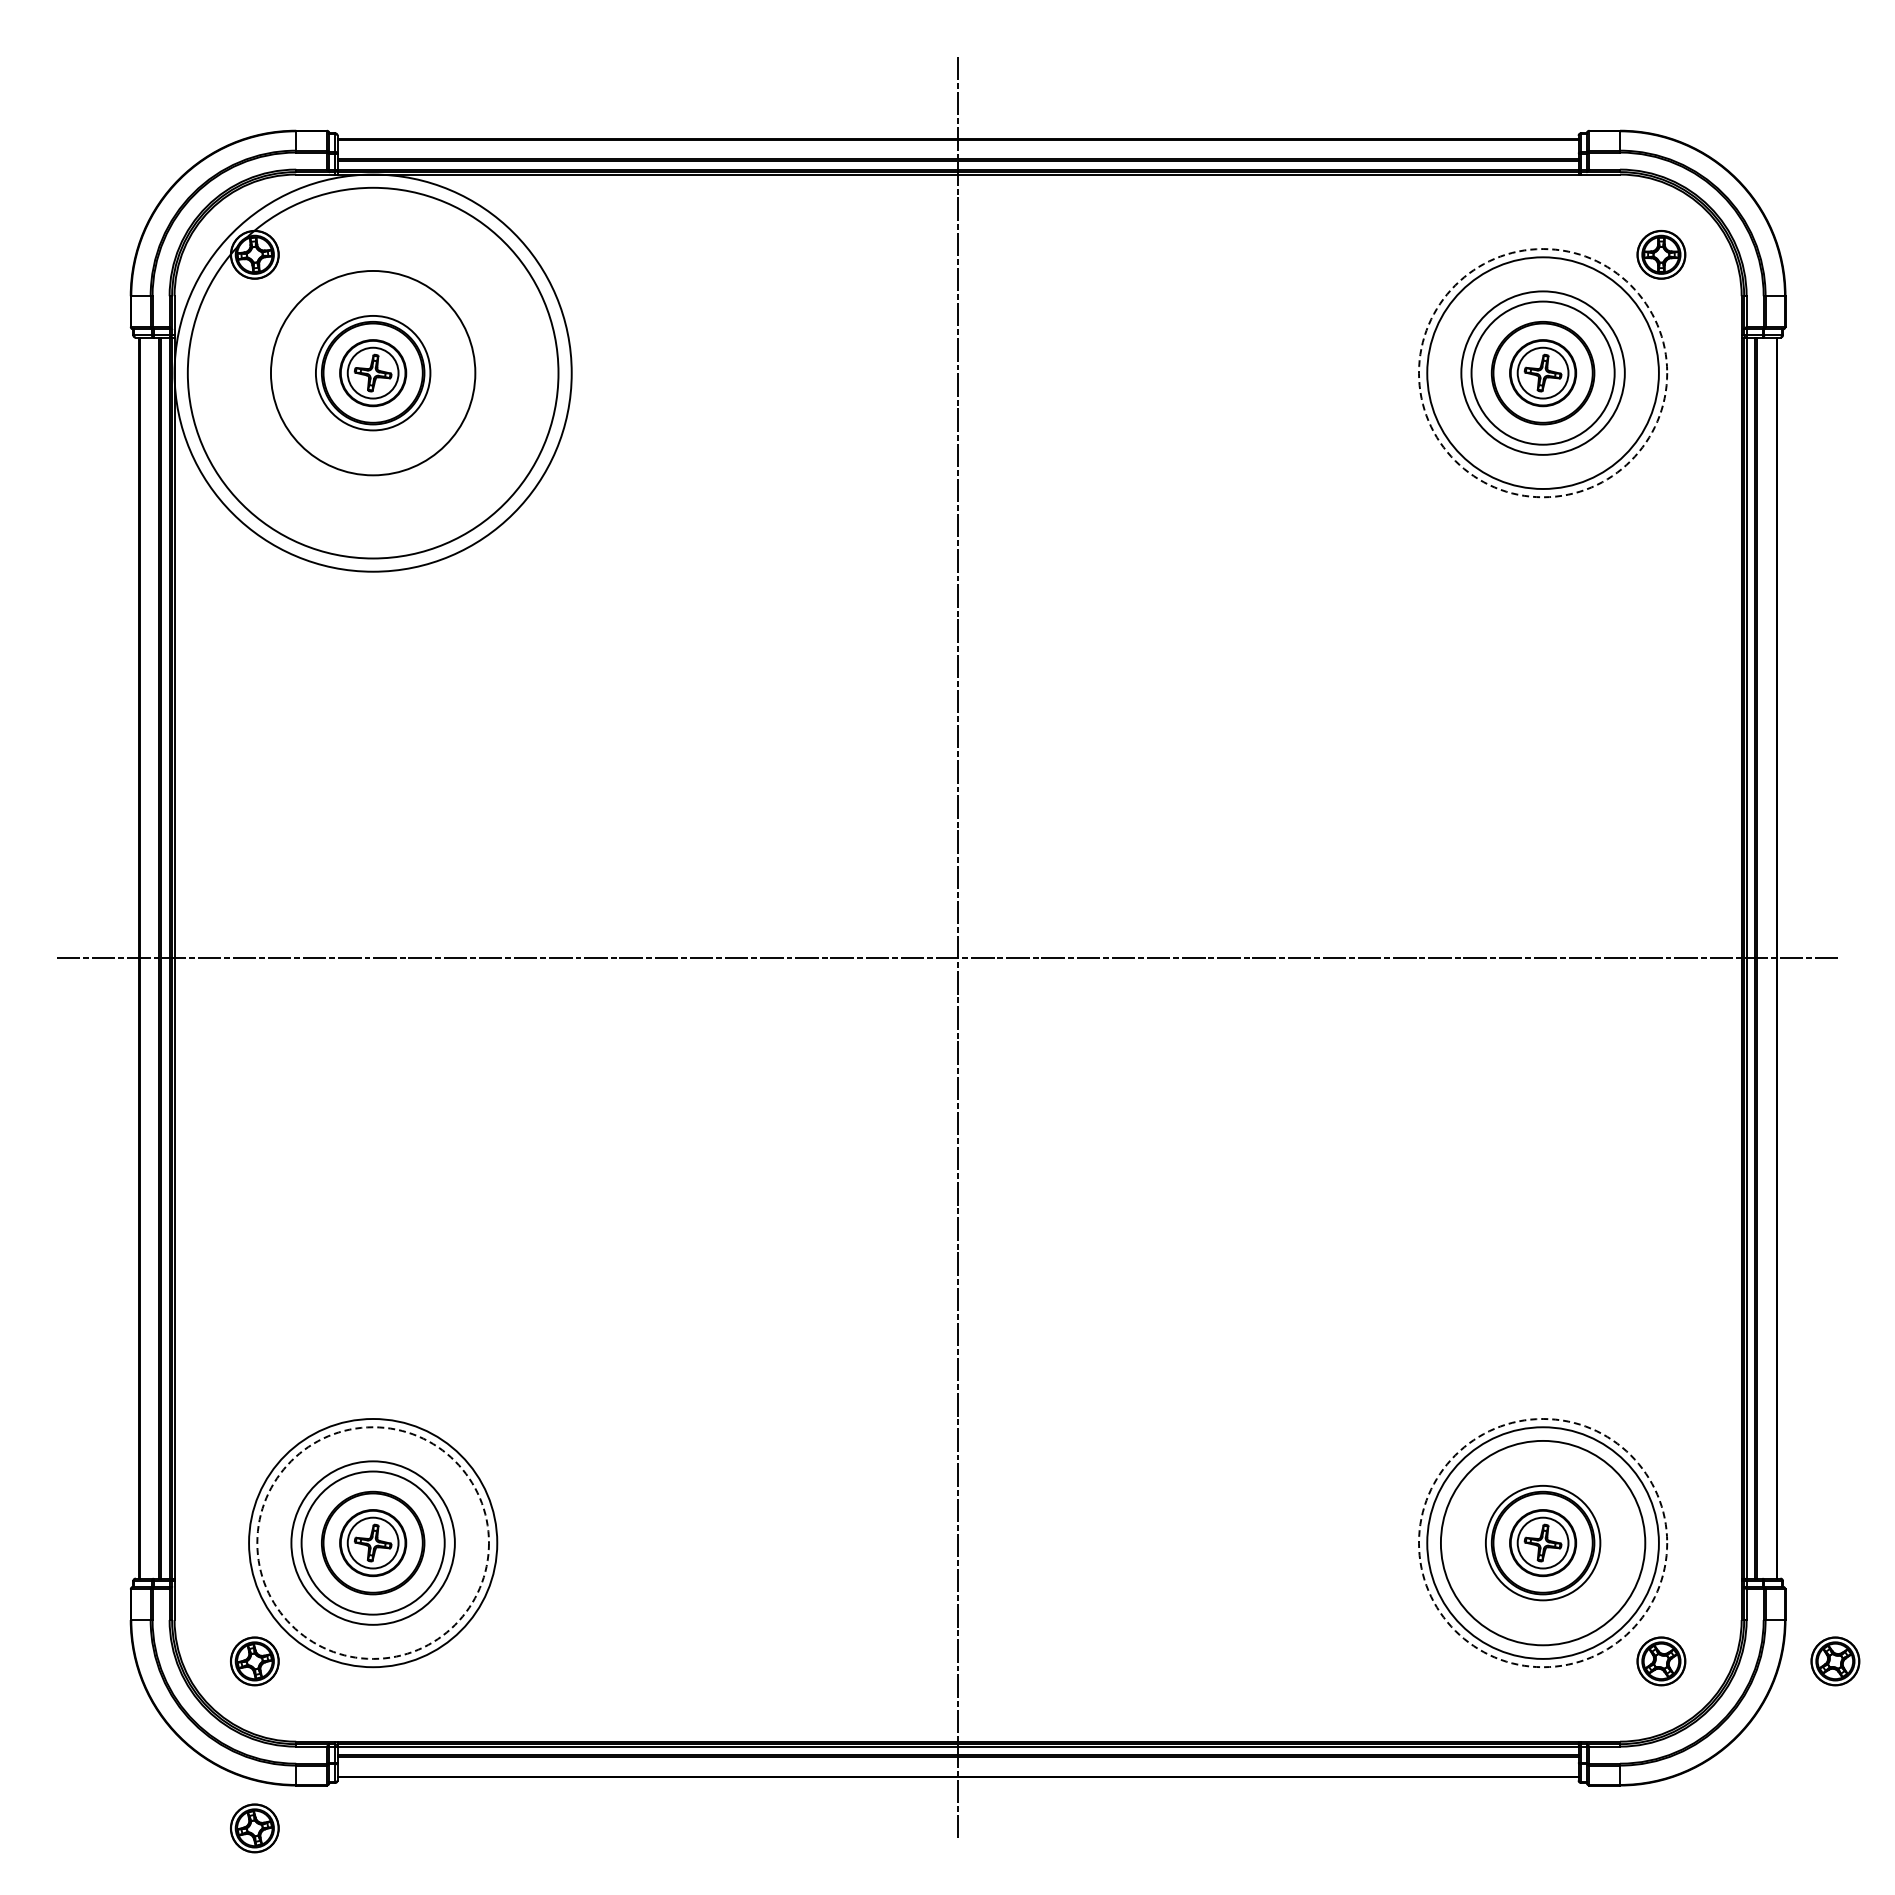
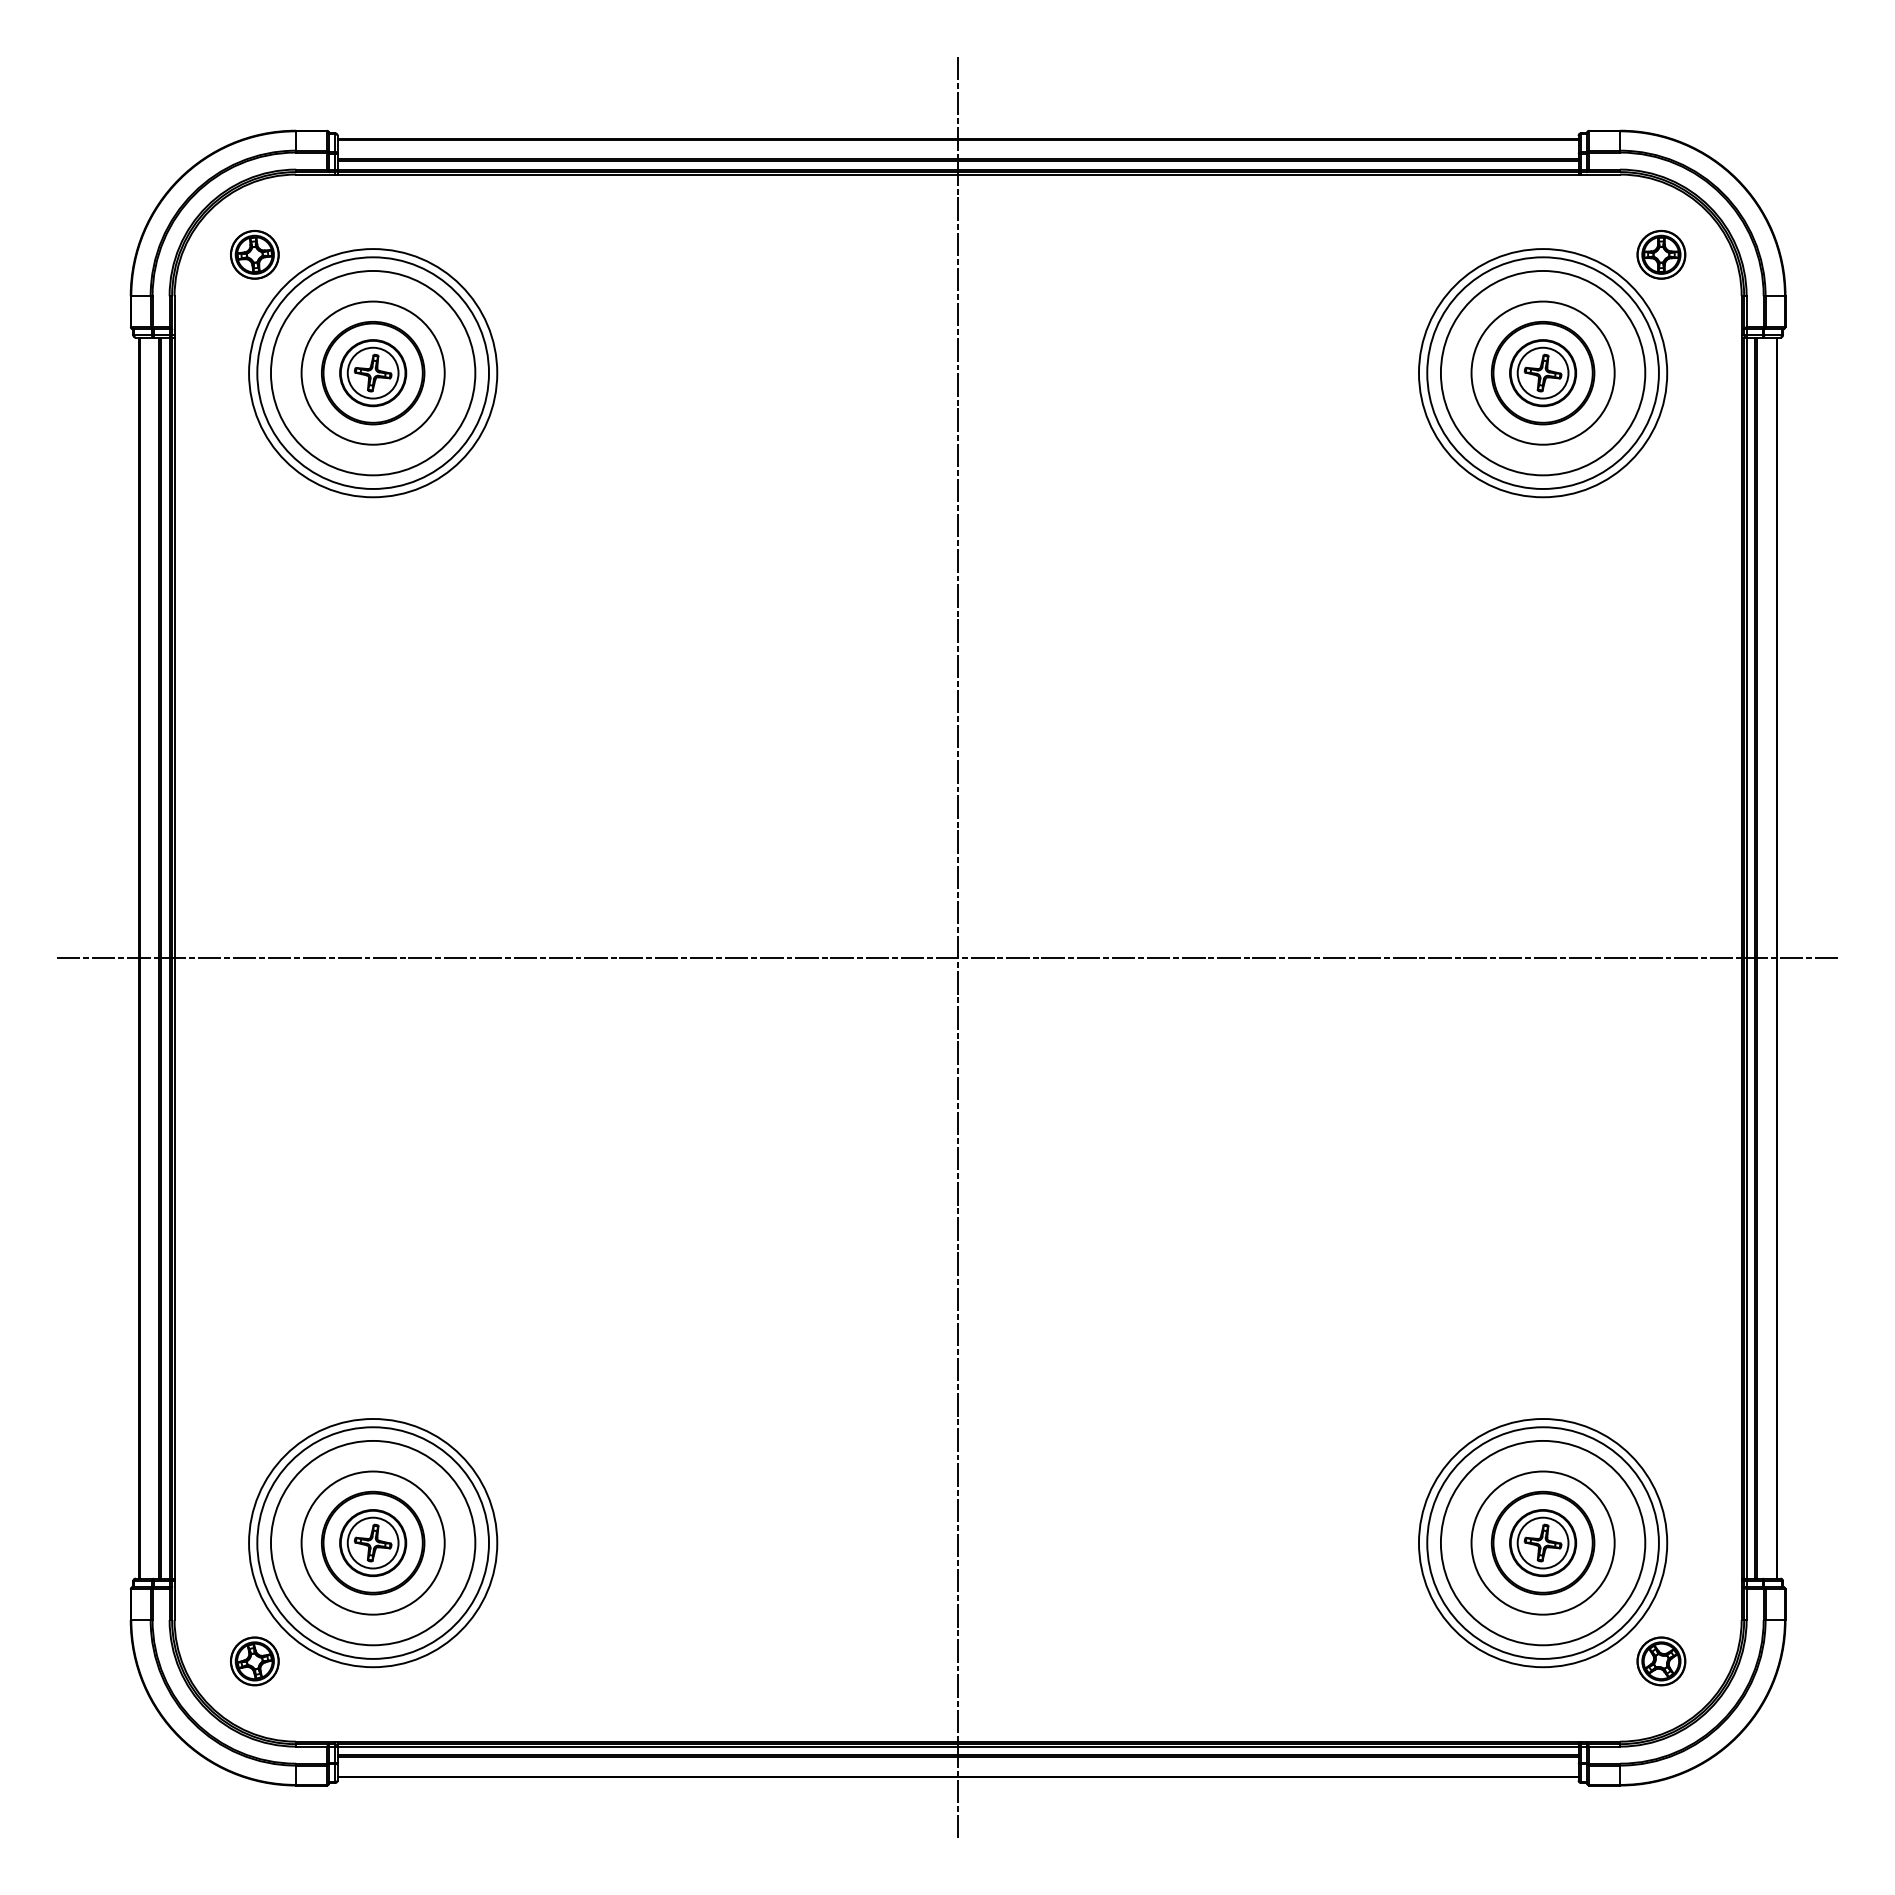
circle at (372, 372) diameter: 115 px -> 143 px
circle at (372, 372) diameter: 371 px -> 232 px
circle at (372, 372) diameter: 397 px -> 248 px
circle at (1542, 372) diameter: 163 px -> 204 px
circle at (1542, 373): dashed -> solid
circle at (372, 1542) diameter: 163 px -> 204 px
circle at (373, 1542): dashed -> solid
circle at (1542, 1542) diameter: 115 px -> 143 px
circle at (1542, 1542): dashed -> solid
part at (1835, 1661): present -> none
part at (254, 1828): present -> none
